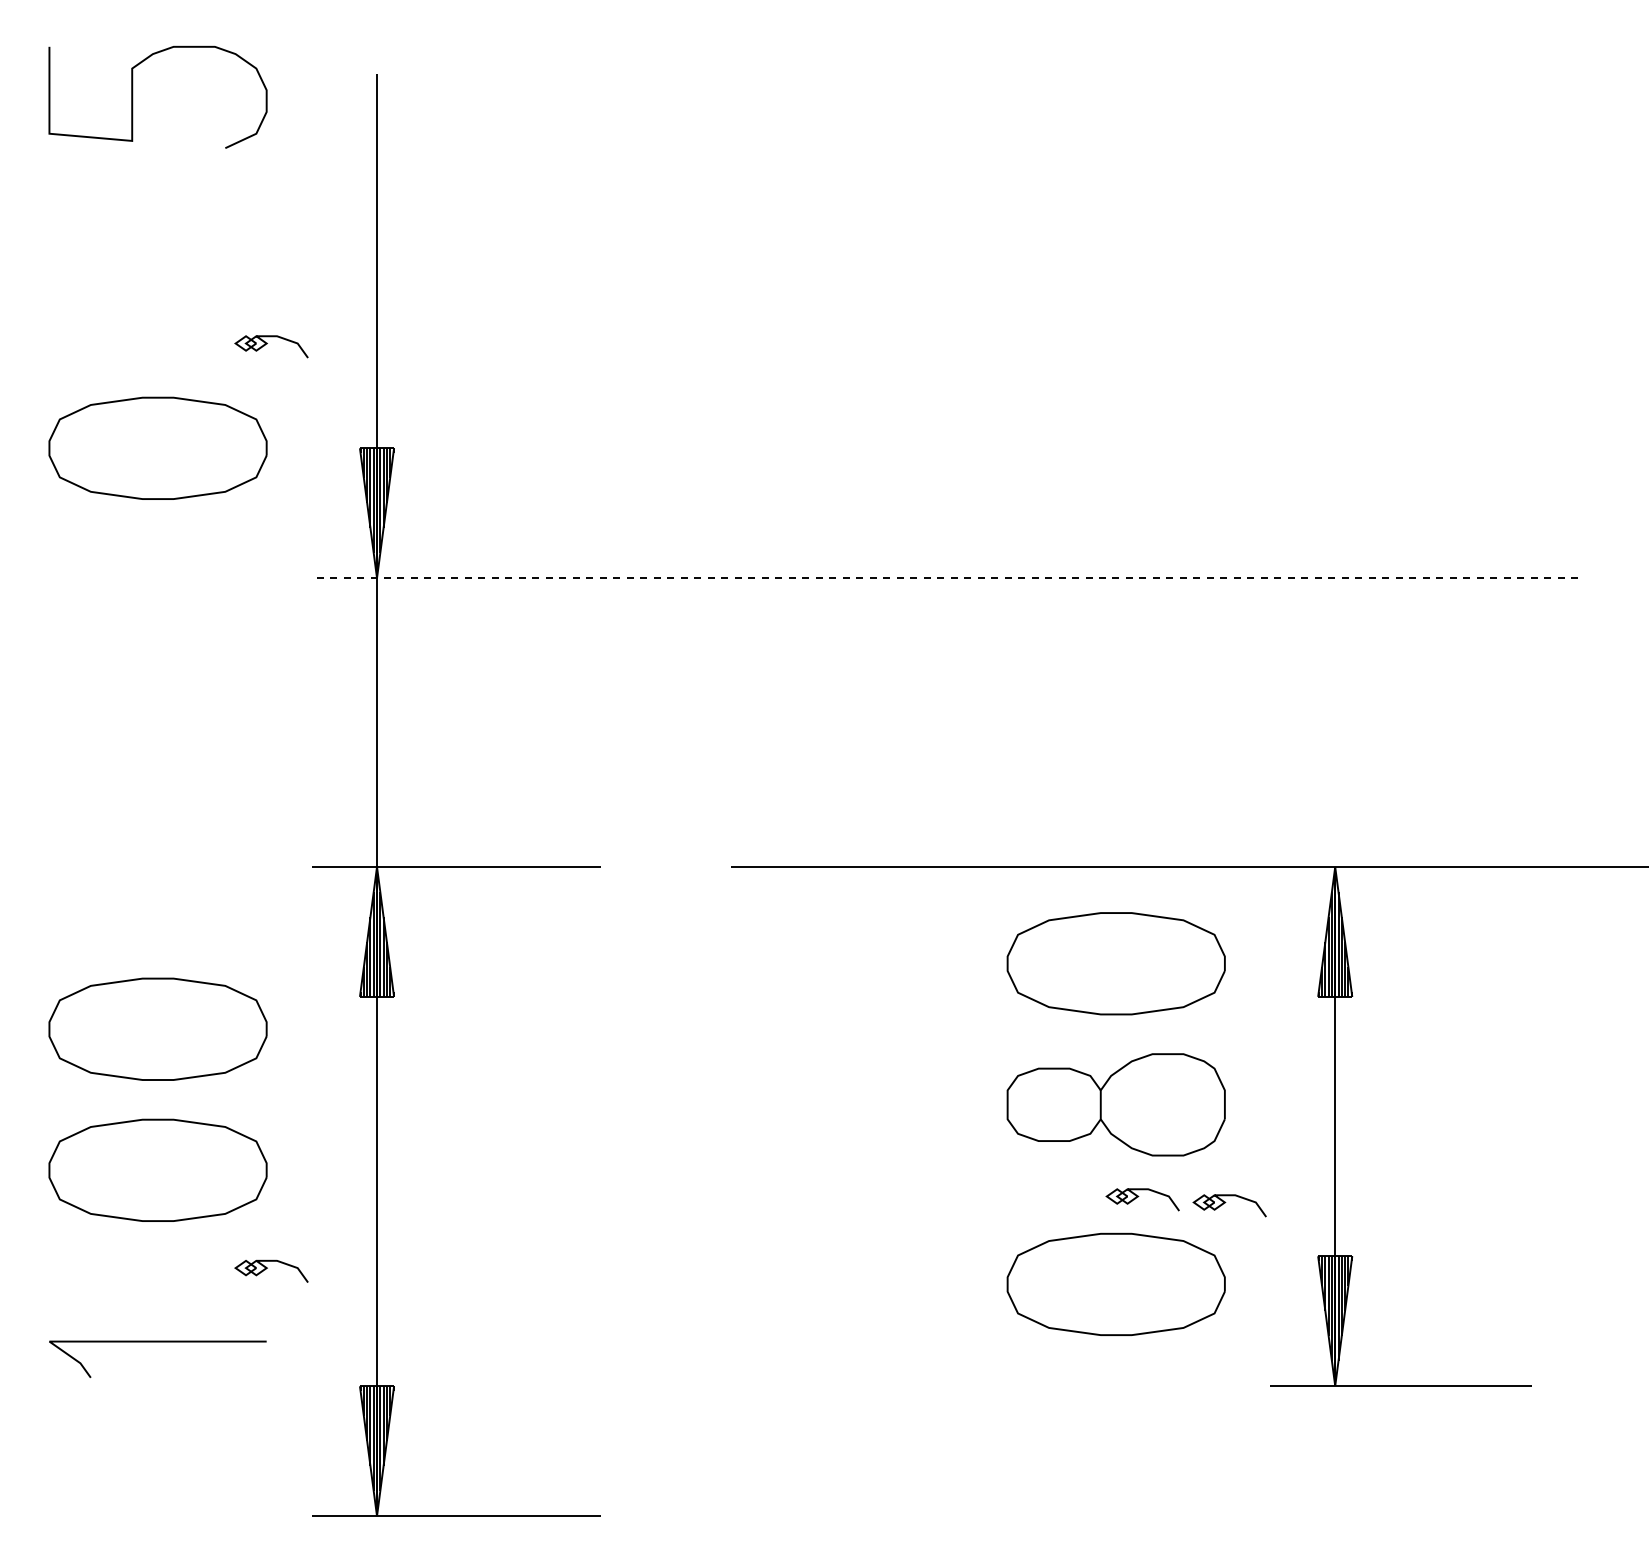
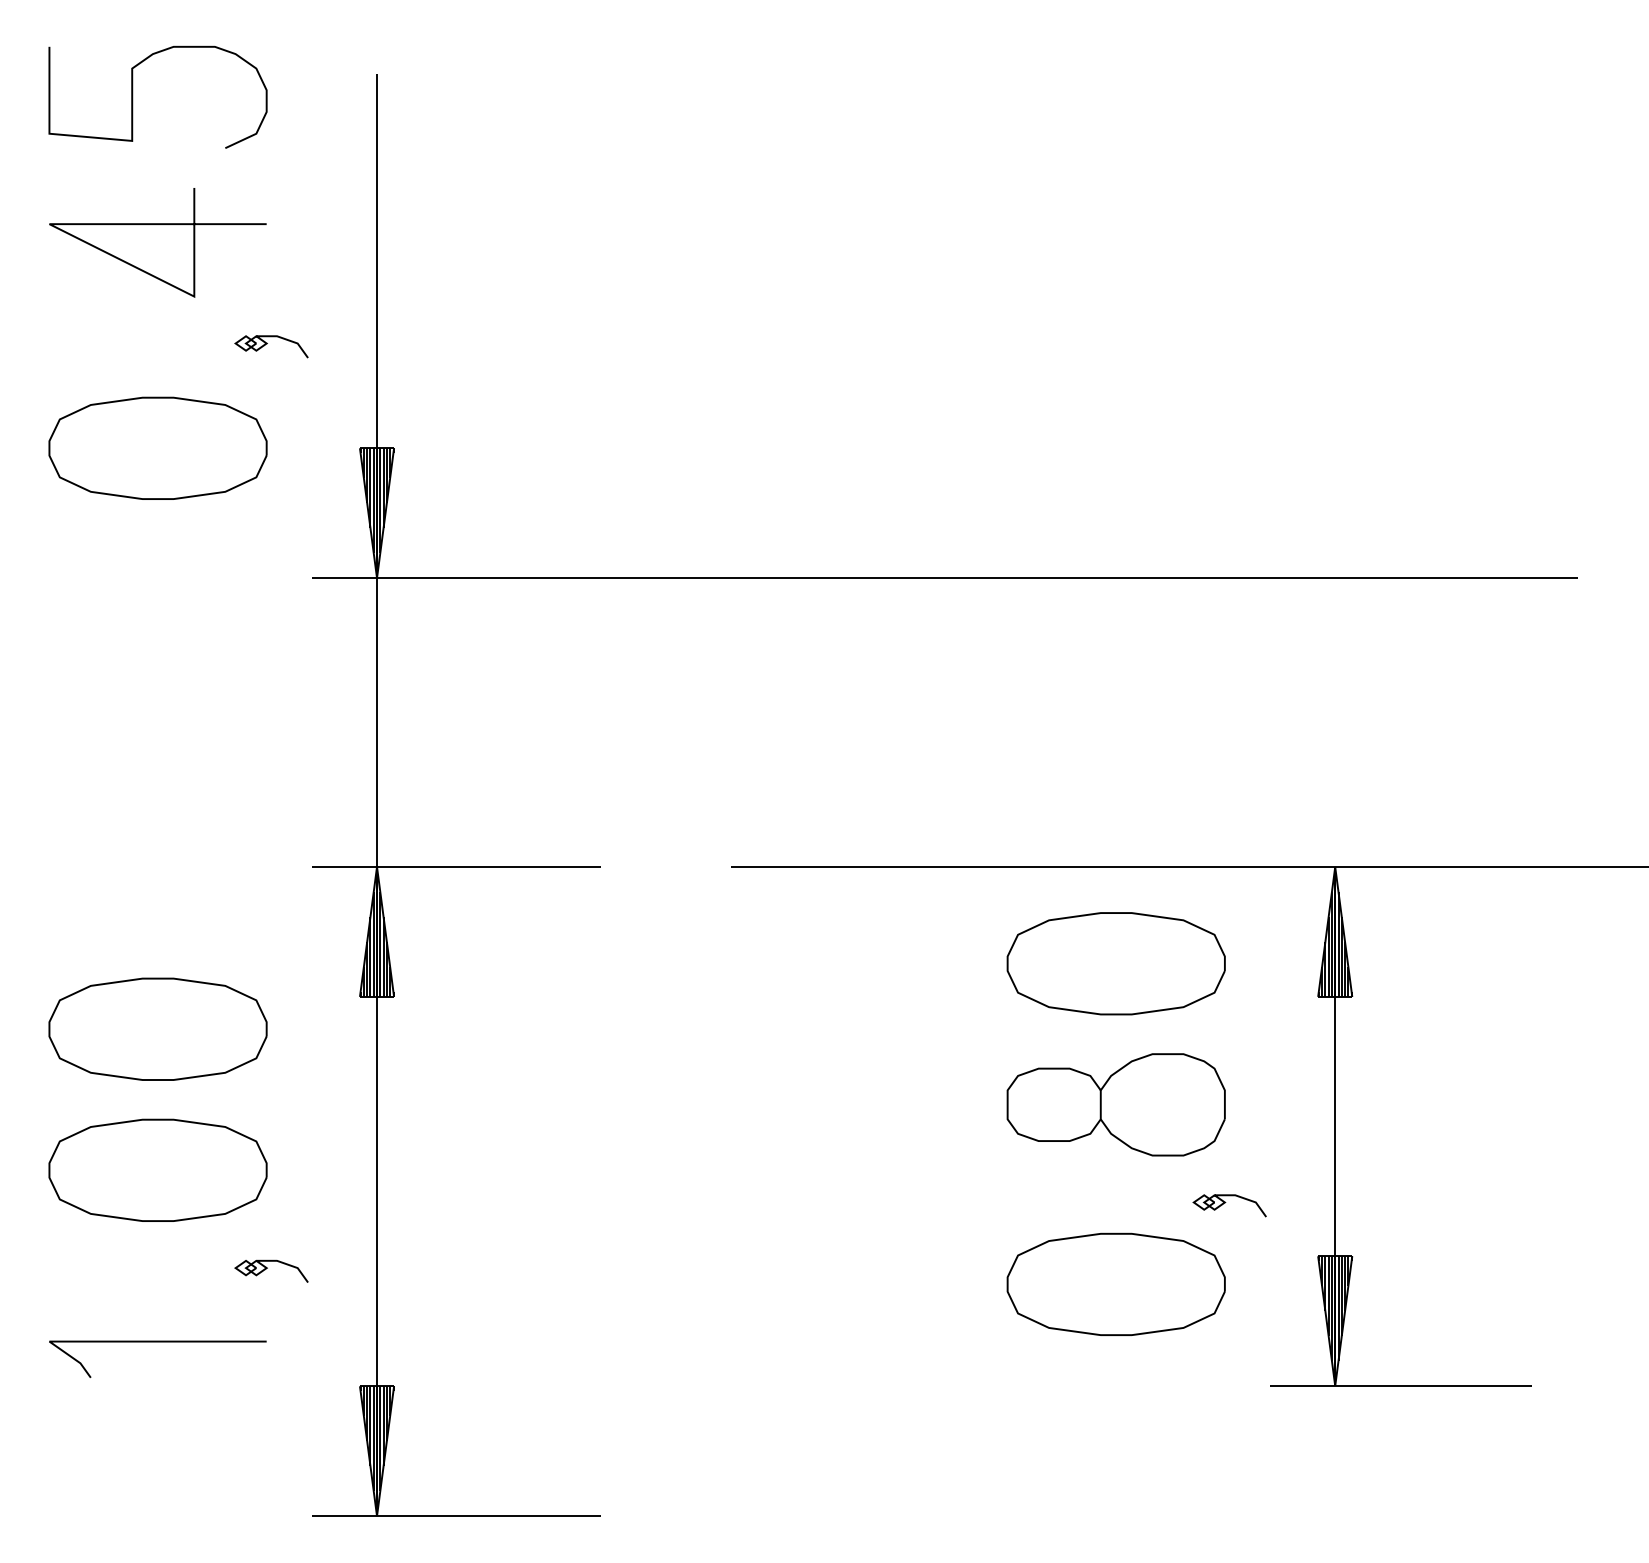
line at (157, 224): none -> present
line at (944, 577): dashed -> solid
part at (1142, 1199): present -> none
